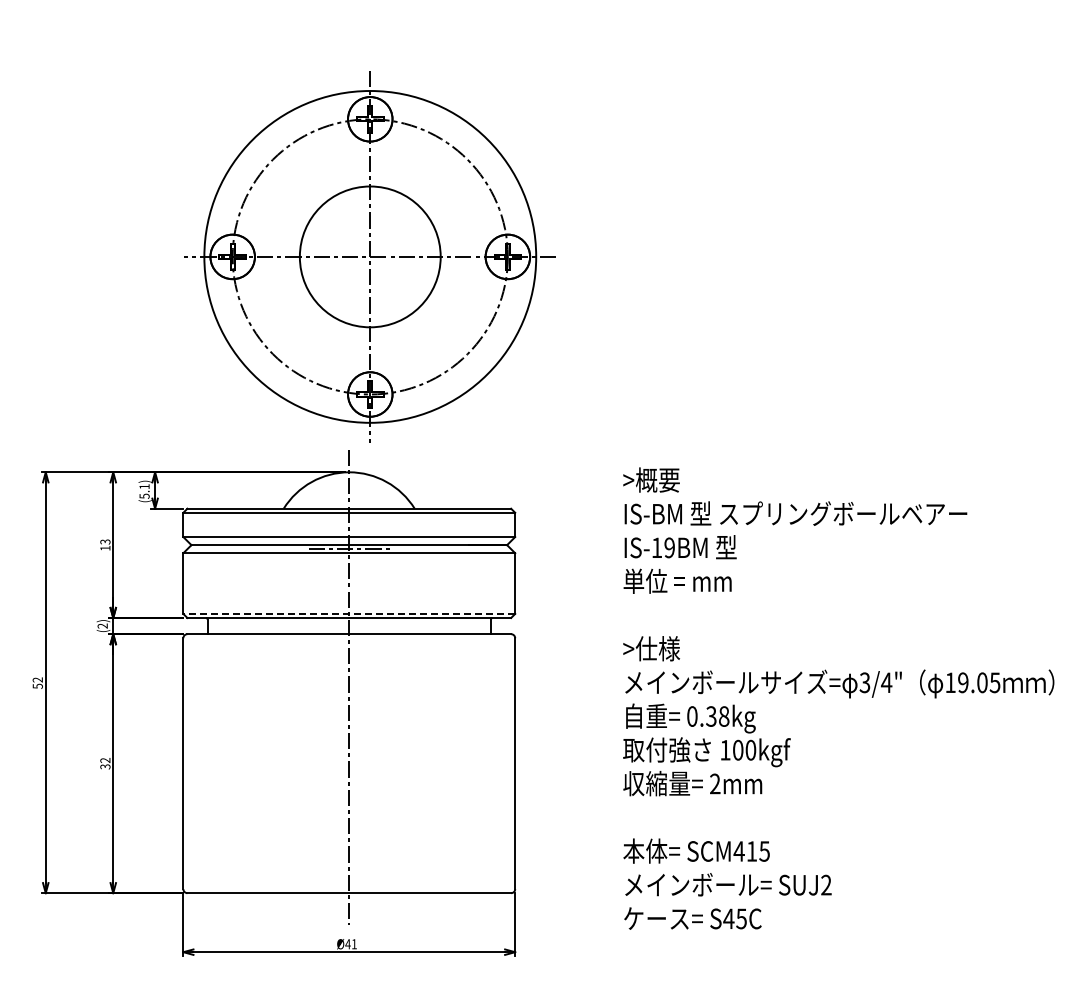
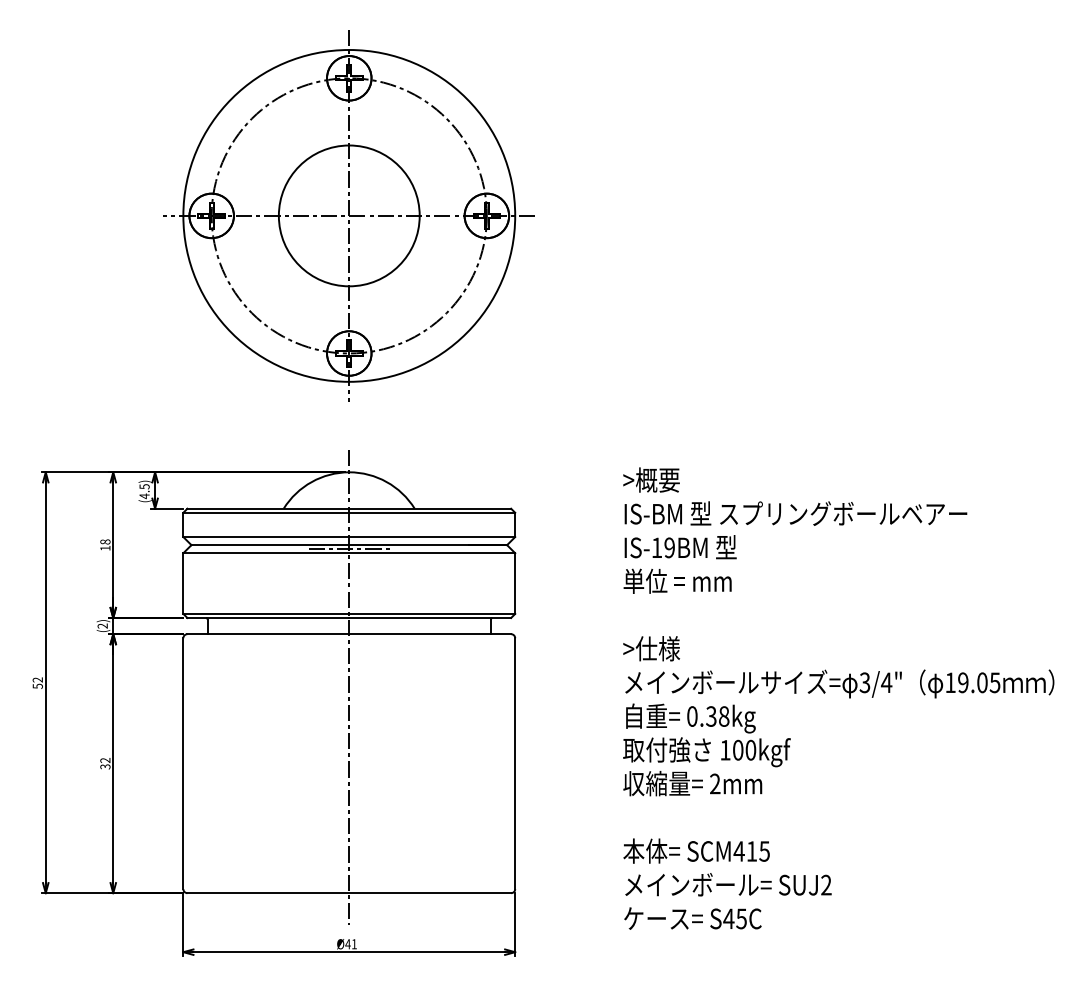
part at (369, 256) position: (369, 256) -> (348, 215)
text at (144, 491): (5.1) -> (4.5)
text at (105, 541): 13 -> 18
line at (349, 613): dashed -> solid
